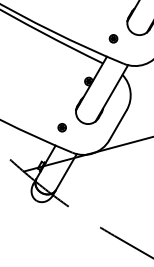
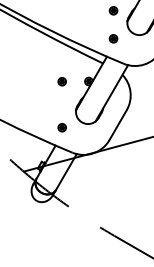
part at (113, 10): none -> present
part at (61, 81): none -> present
